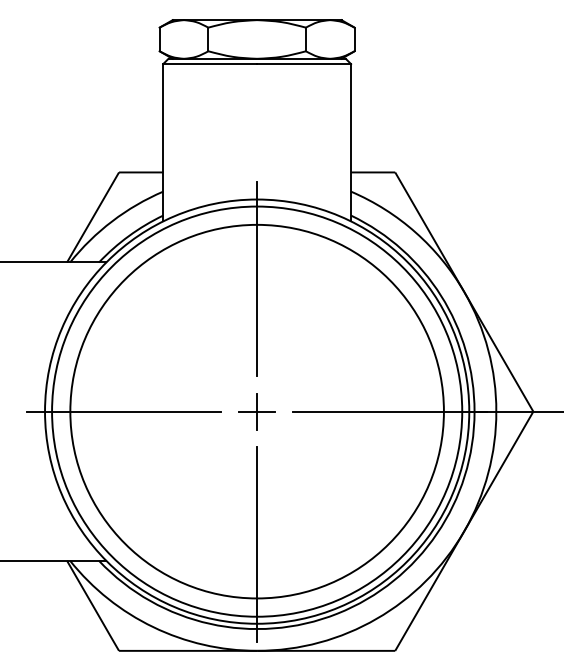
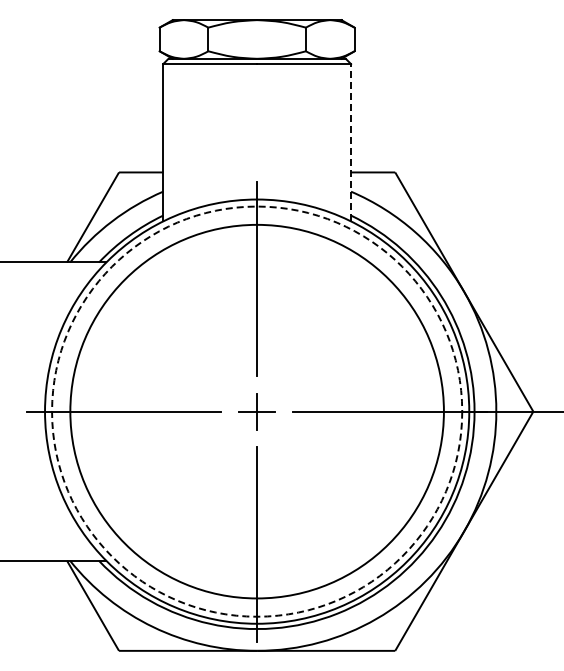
line at (351, 142): solid -> dashed
circle at (257, 411): solid -> dashed
